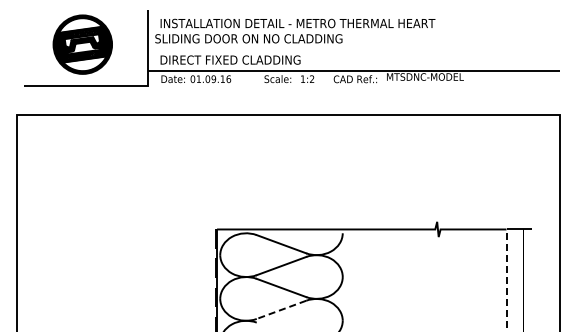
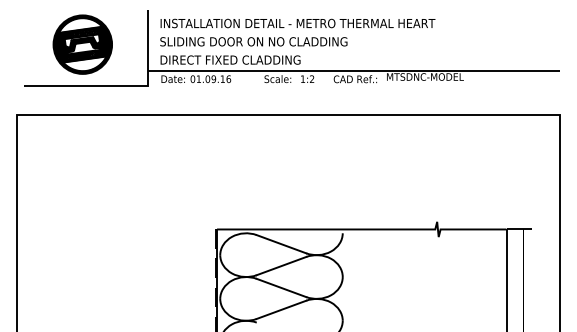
text at (248, 38) position: (248, 38) -> (253, 41)
line at (506, 280): dashed -> solid
line at (281, 310): dashed -> solid
